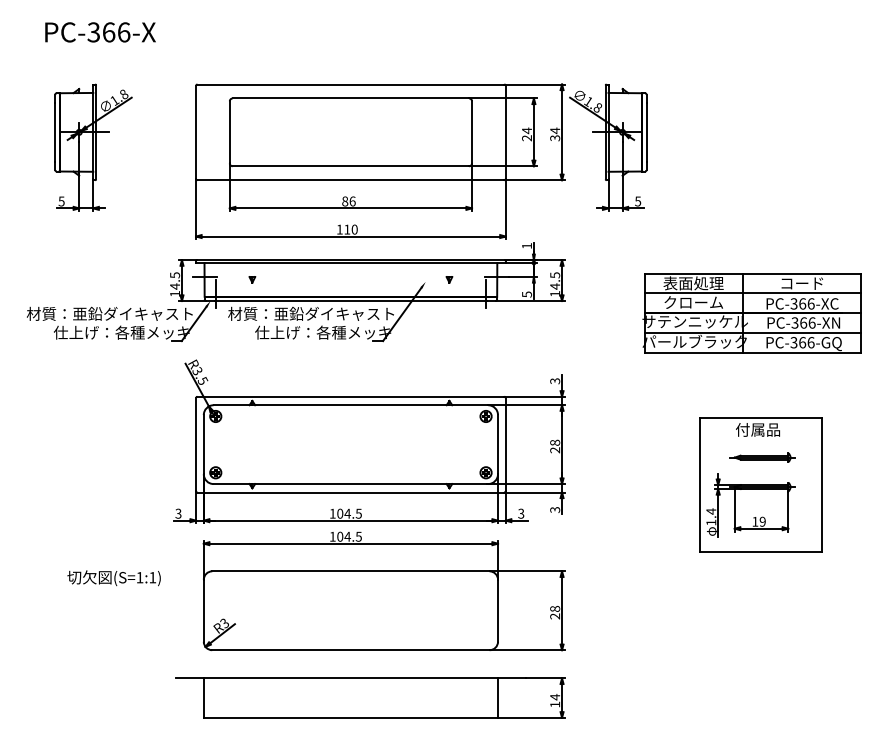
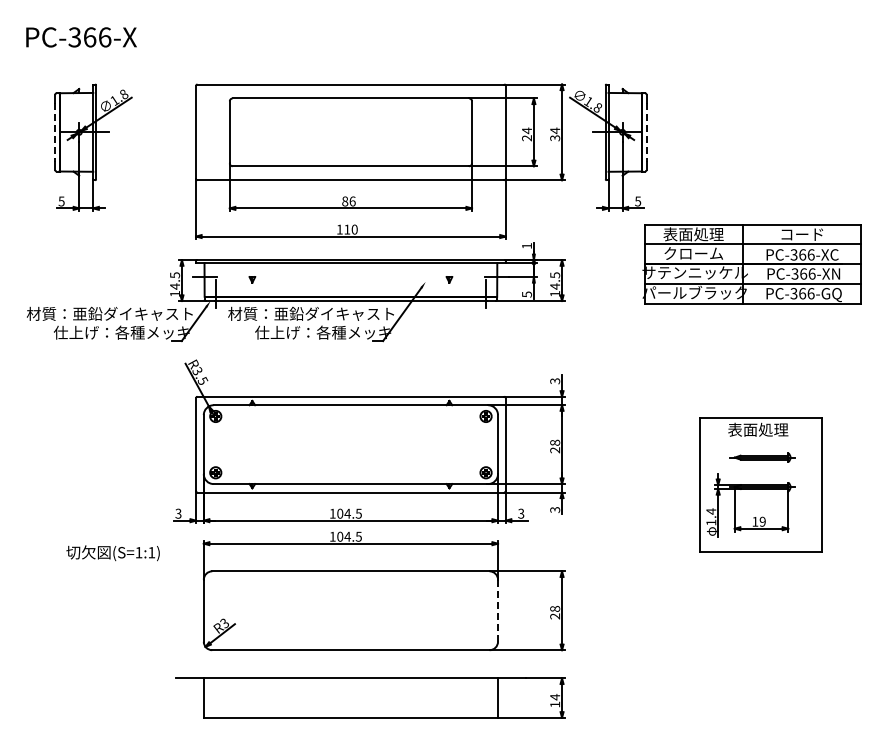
text at (100, 32) position: (100, 32) -> (81, 37)
line at (55, 132): solid -> dashed
line at (646, 132): solid -> dashed
part at (751, 313) position: (751, 313) -> (751, 264)
text at (758, 429): 付属品 -> 表面処理
text at (113, 578) position: (113, 578) -> (112, 553)
line at (498, 610): solid -> dashed
